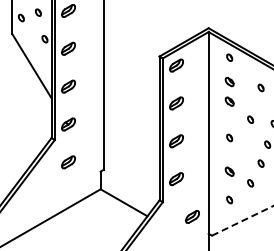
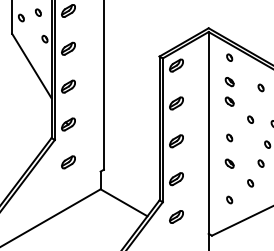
part at (229, 171) position: (229, 171) -> (229, 163)
part at (192, 216) position: (192, 216) -> (176, 216)
line at (242, 220): dashed -> solid
